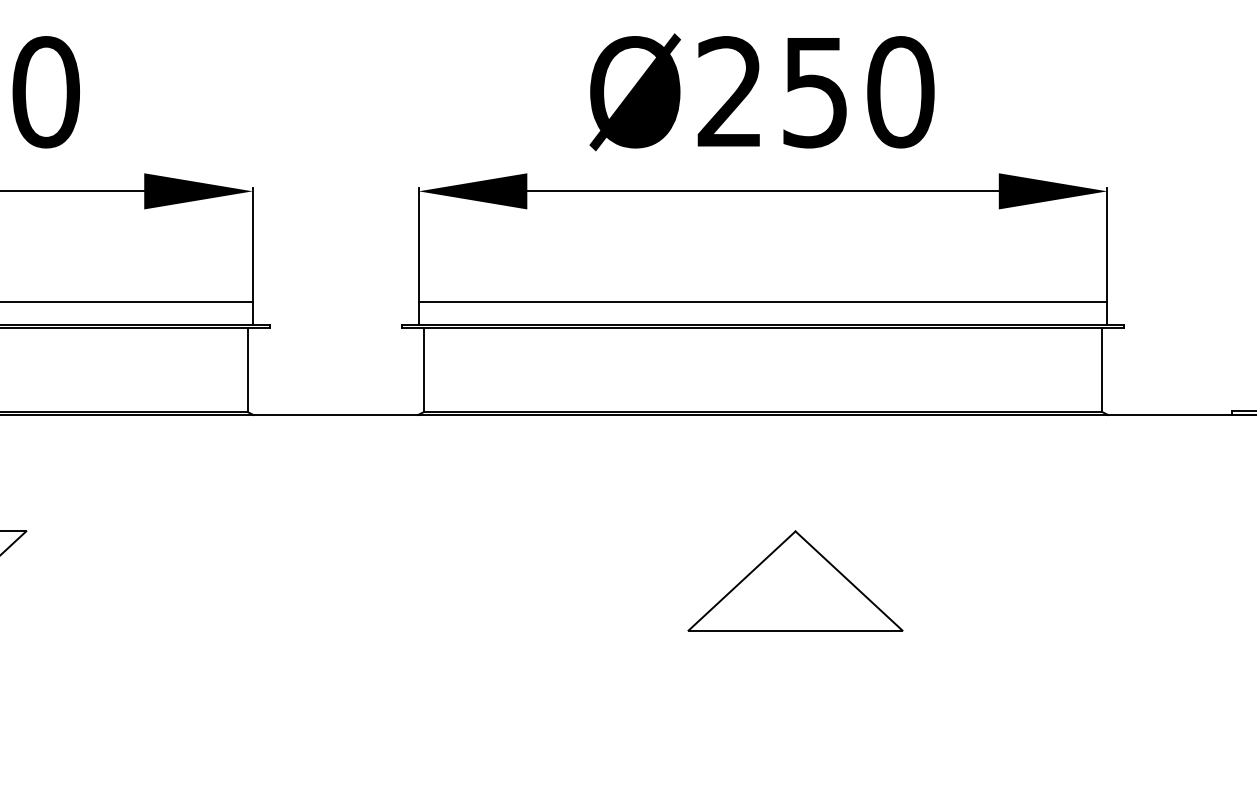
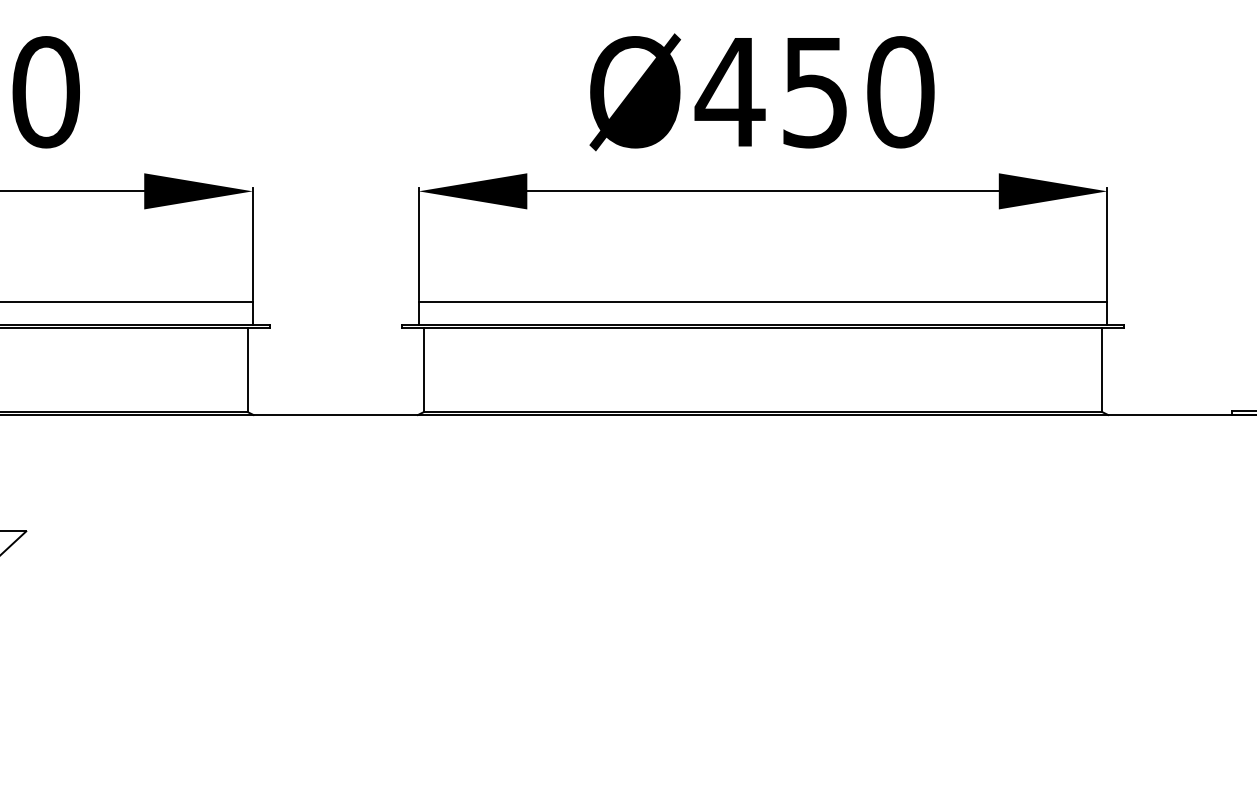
text at (729, 91): Ø250 -> Ø450
part at (795, 580): present -> none
